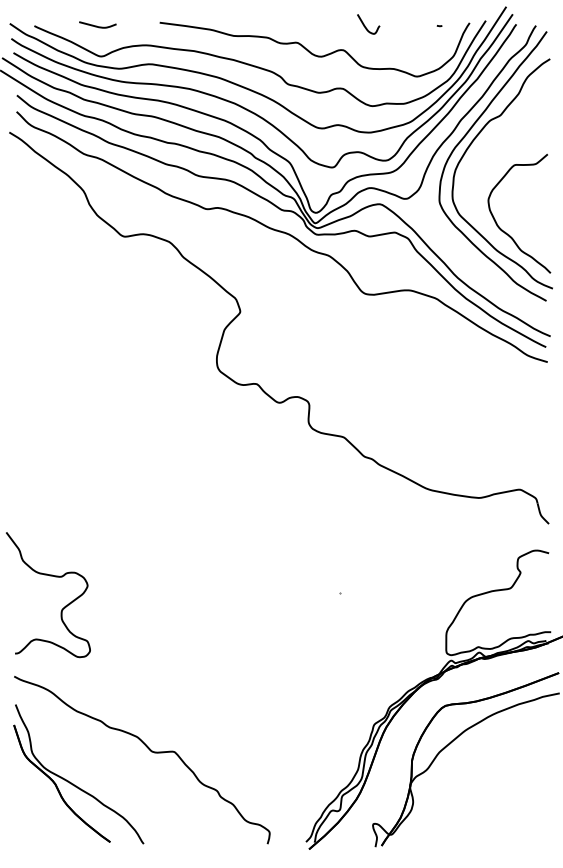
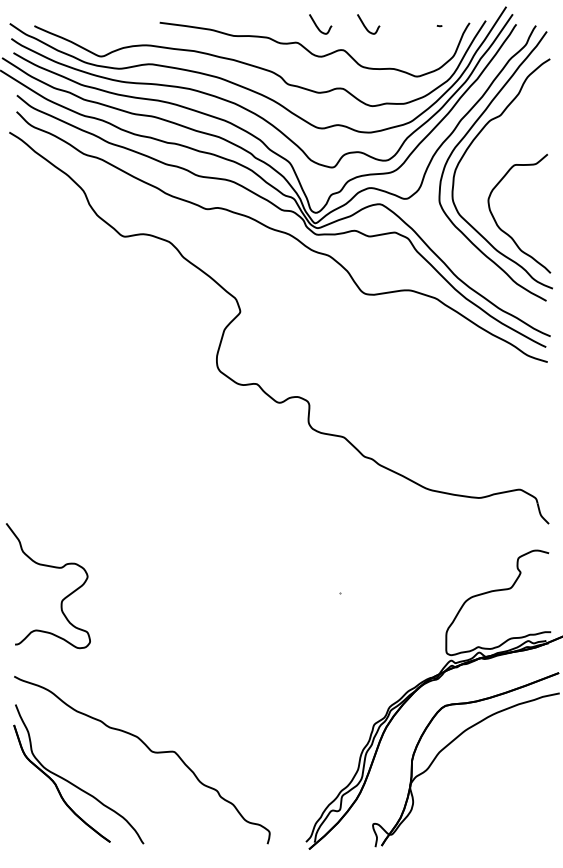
curve at (96, 25): present -> none
curve at (317, 25): none -> present
curve at (49, 576) position: (49, 576) -> (49, 567)
